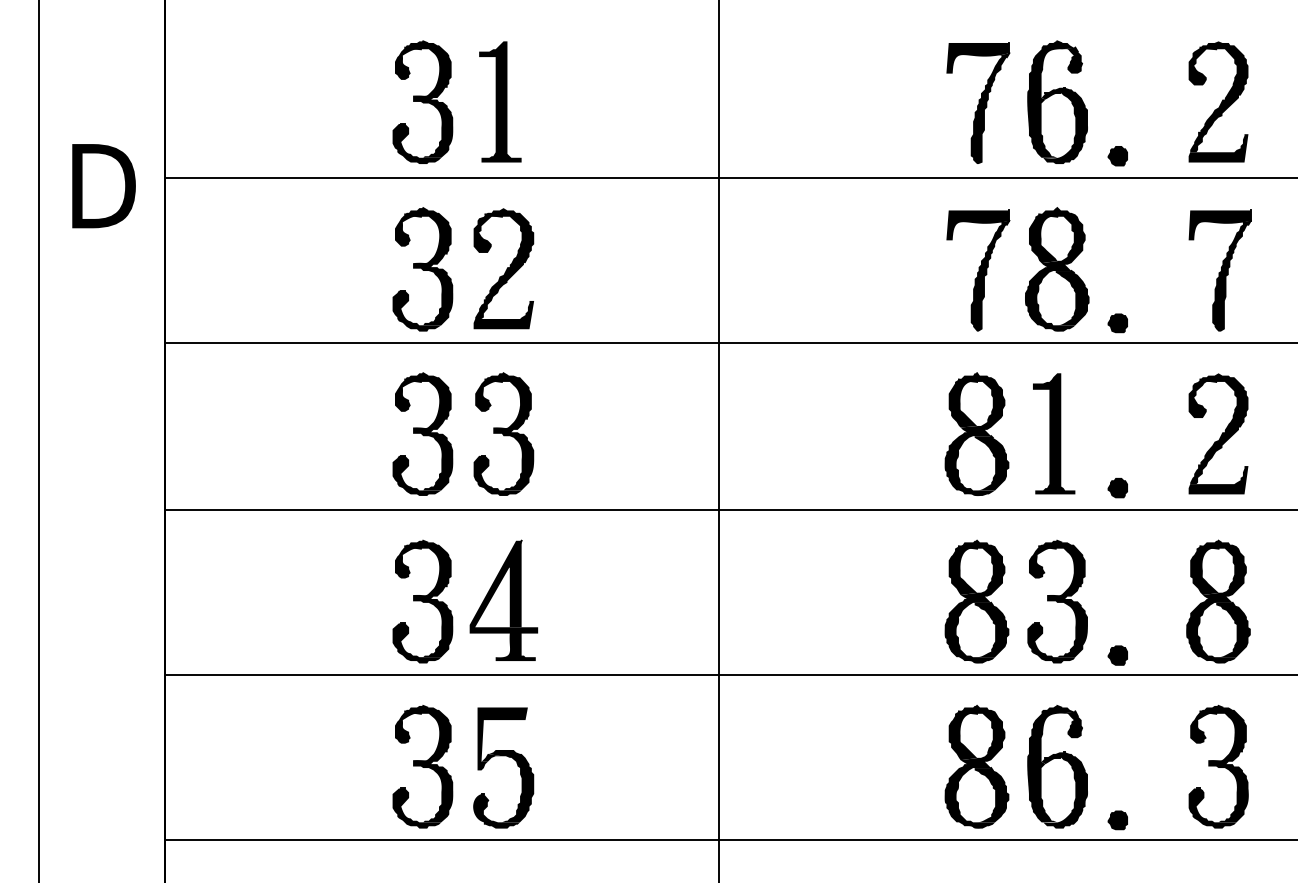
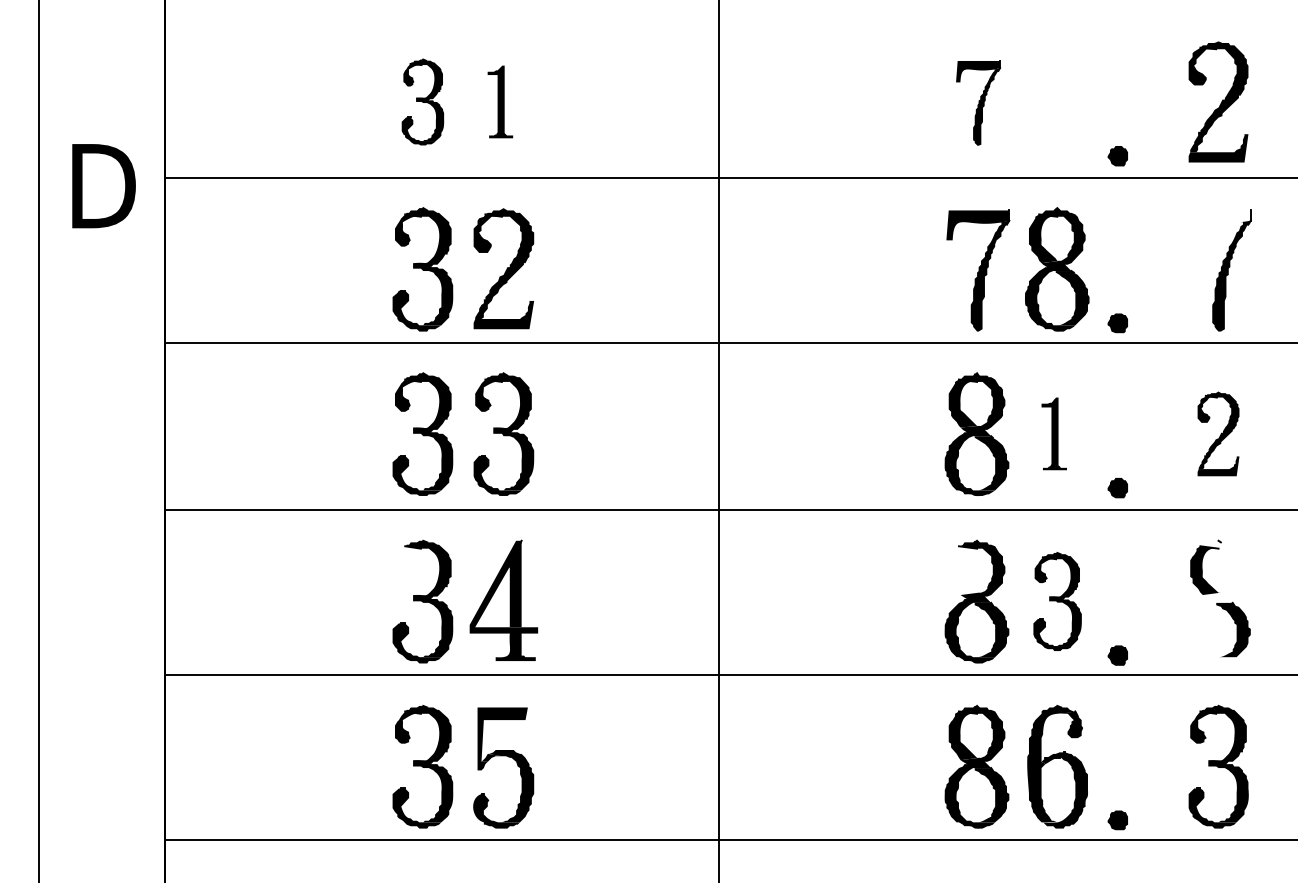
part at (422, 101) size: 62x124 px -> 44x88 px
part at (500, 101) size: 43x122 px -> 27x74 px
part at (1057, 101): present -> none
part at (978, 102) size: 65x122 px -> 45x86 px
fill at (1219, 225): present -> none
part at (1054, 433) size: 43x122 px -> 26x74 px
part at (1218, 433) size: 61x122 px -> 43x86 px
fill at (407, 562): present -> none
fill at (963, 570): present -> none
part at (1057, 601) size: 61x125 px -> 49x99 px
fill at (1216, 601): present -> none
